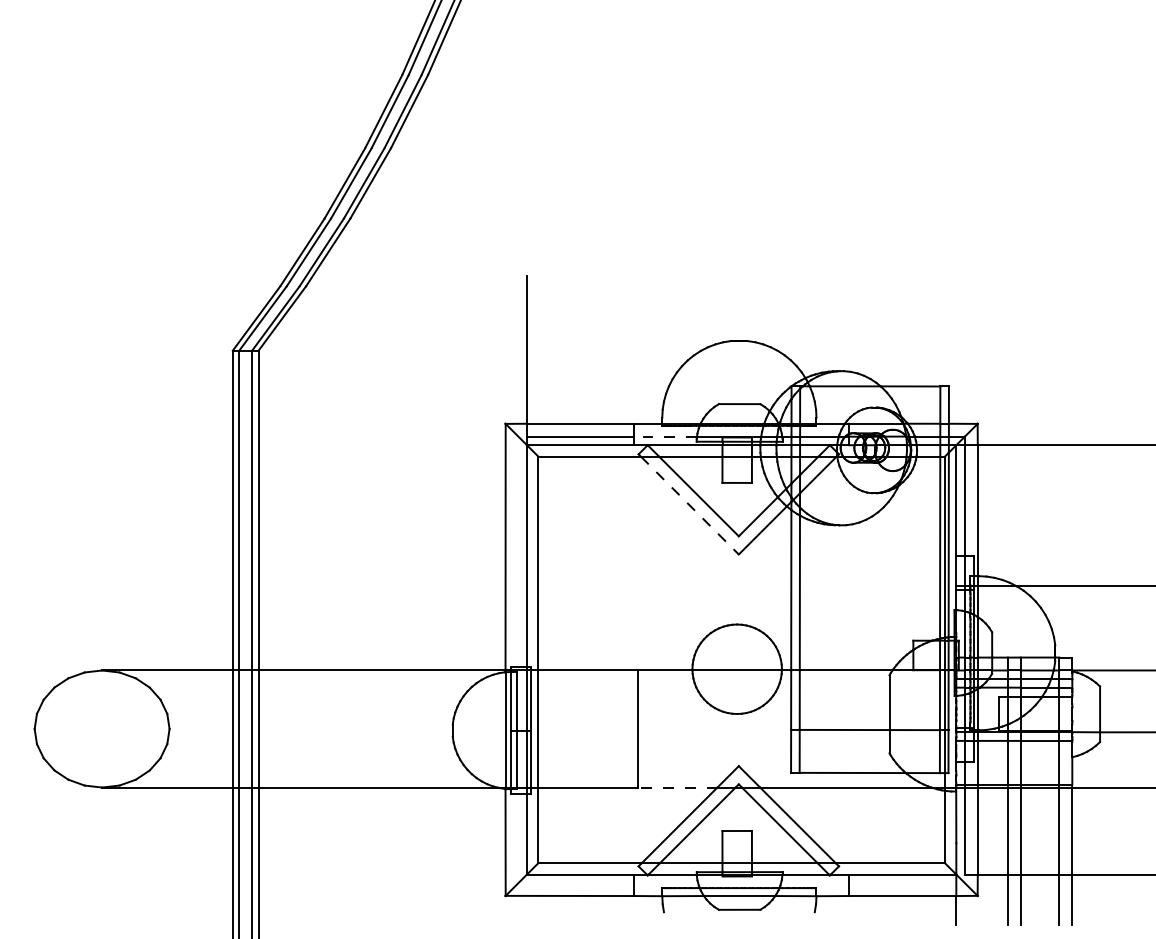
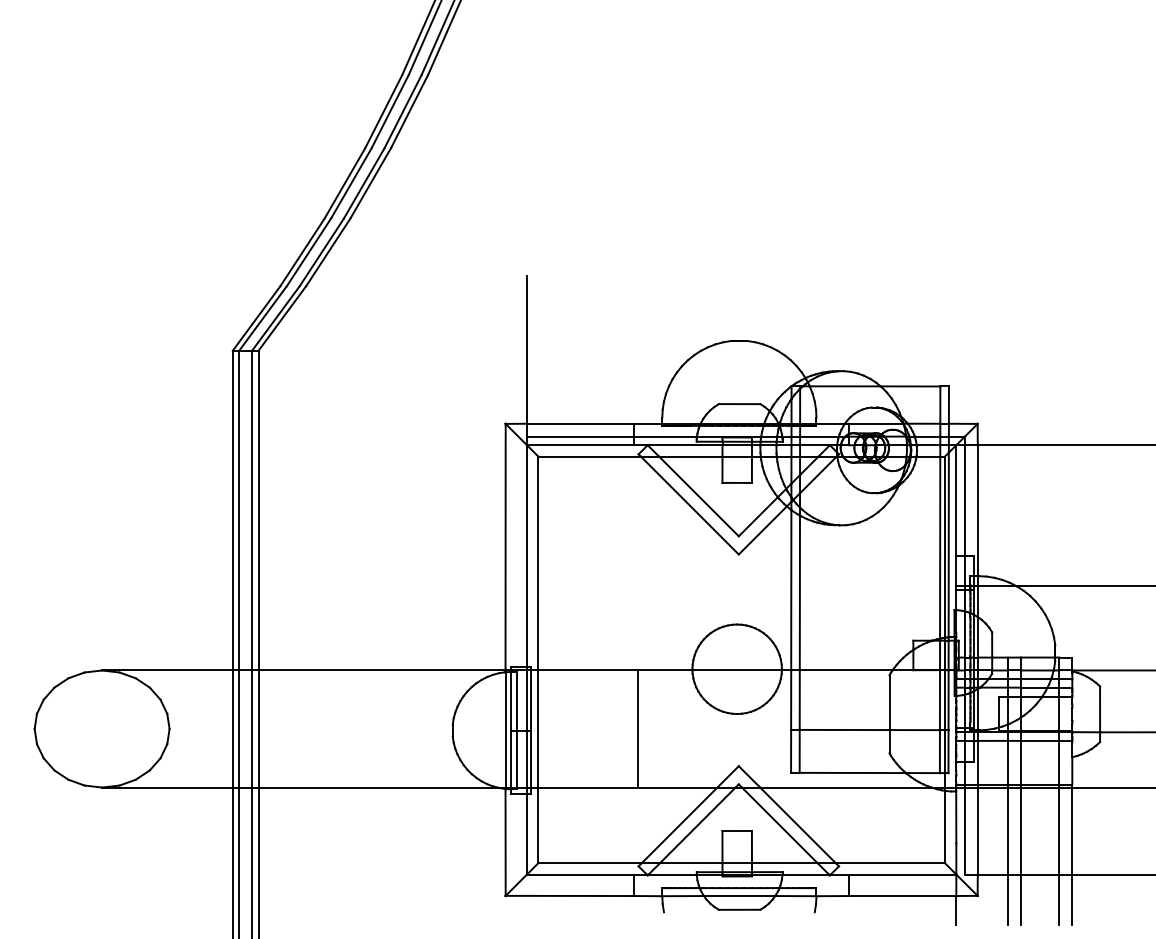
line at (665, 436): dashed -> solid
line at (690, 505): dashed -> solid
line at (677, 787): dashed -> solid
